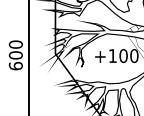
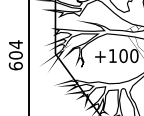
text at (15, 44): 600 -> 604
